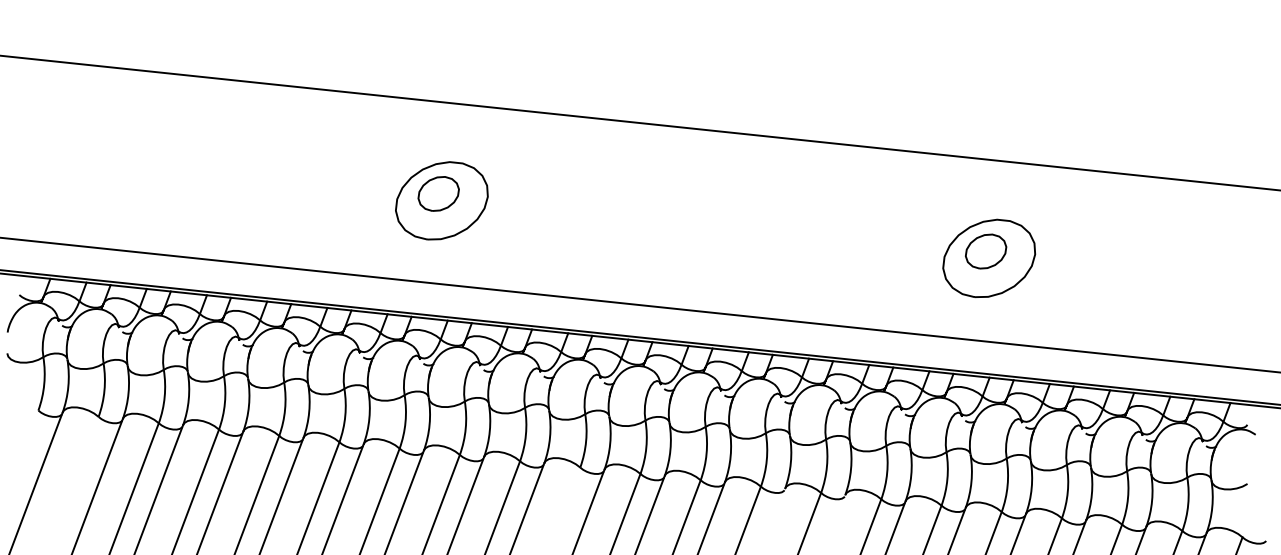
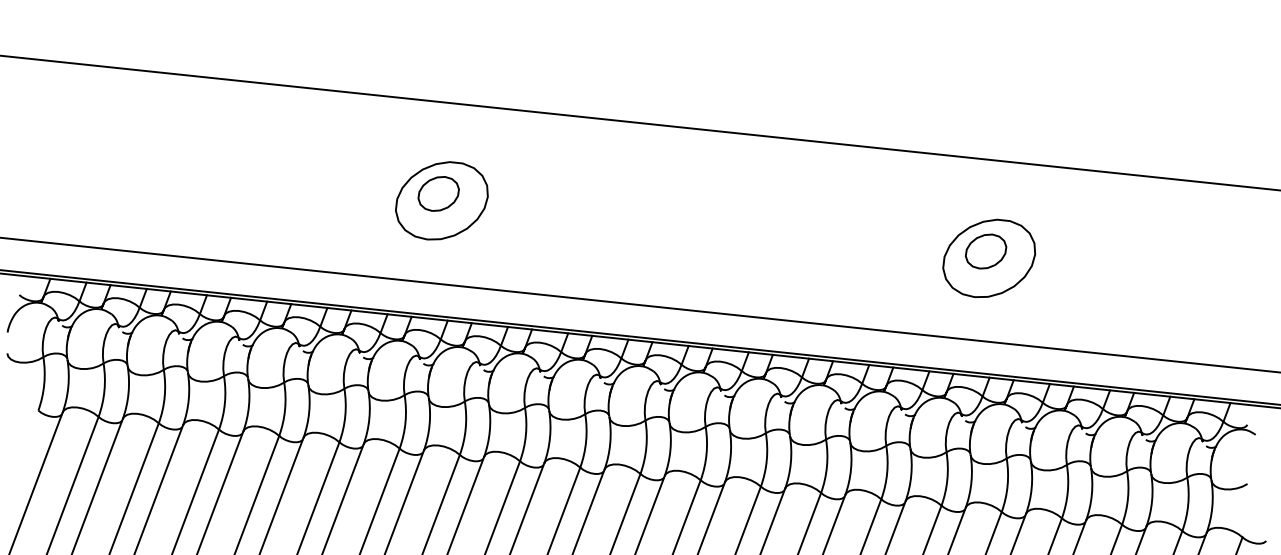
line at (72, 483): none -> present
line at (564, 509): none -> present
line at (773, 519): none -> present
line at (834, 522): none -> present
